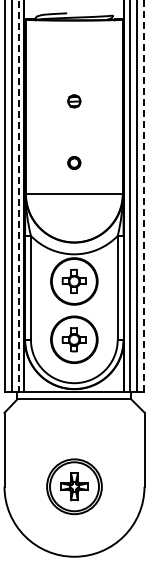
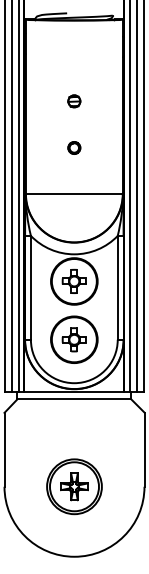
circle at (74, 162) position: (74, 162) -> (74, 147)
line at (19, 196): dashed -> solid
line at (143, 196): dashed -> solid
